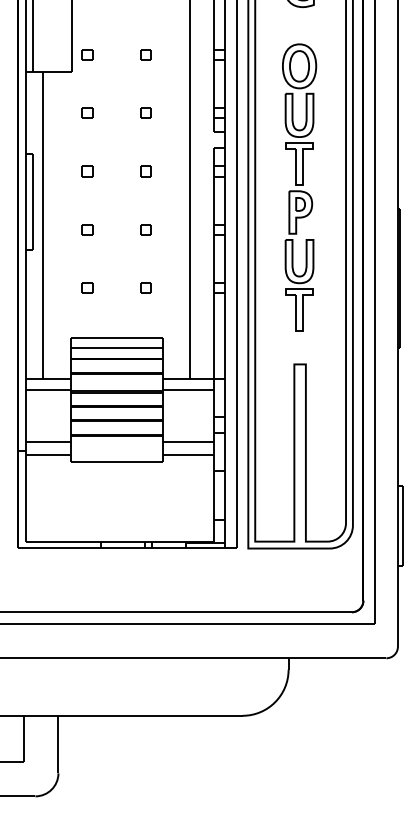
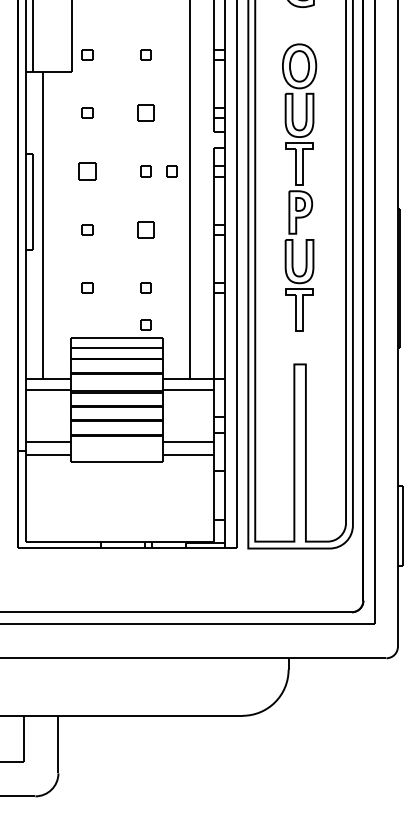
part at (145, 112) size: 12x12 px -> 18x18 px
part at (87, 171) size: 13x13 px -> 19x19 px
part at (171, 171): none -> present
part at (145, 229) size: 12x12 px -> 18x18 px
part at (145, 324): none -> present
